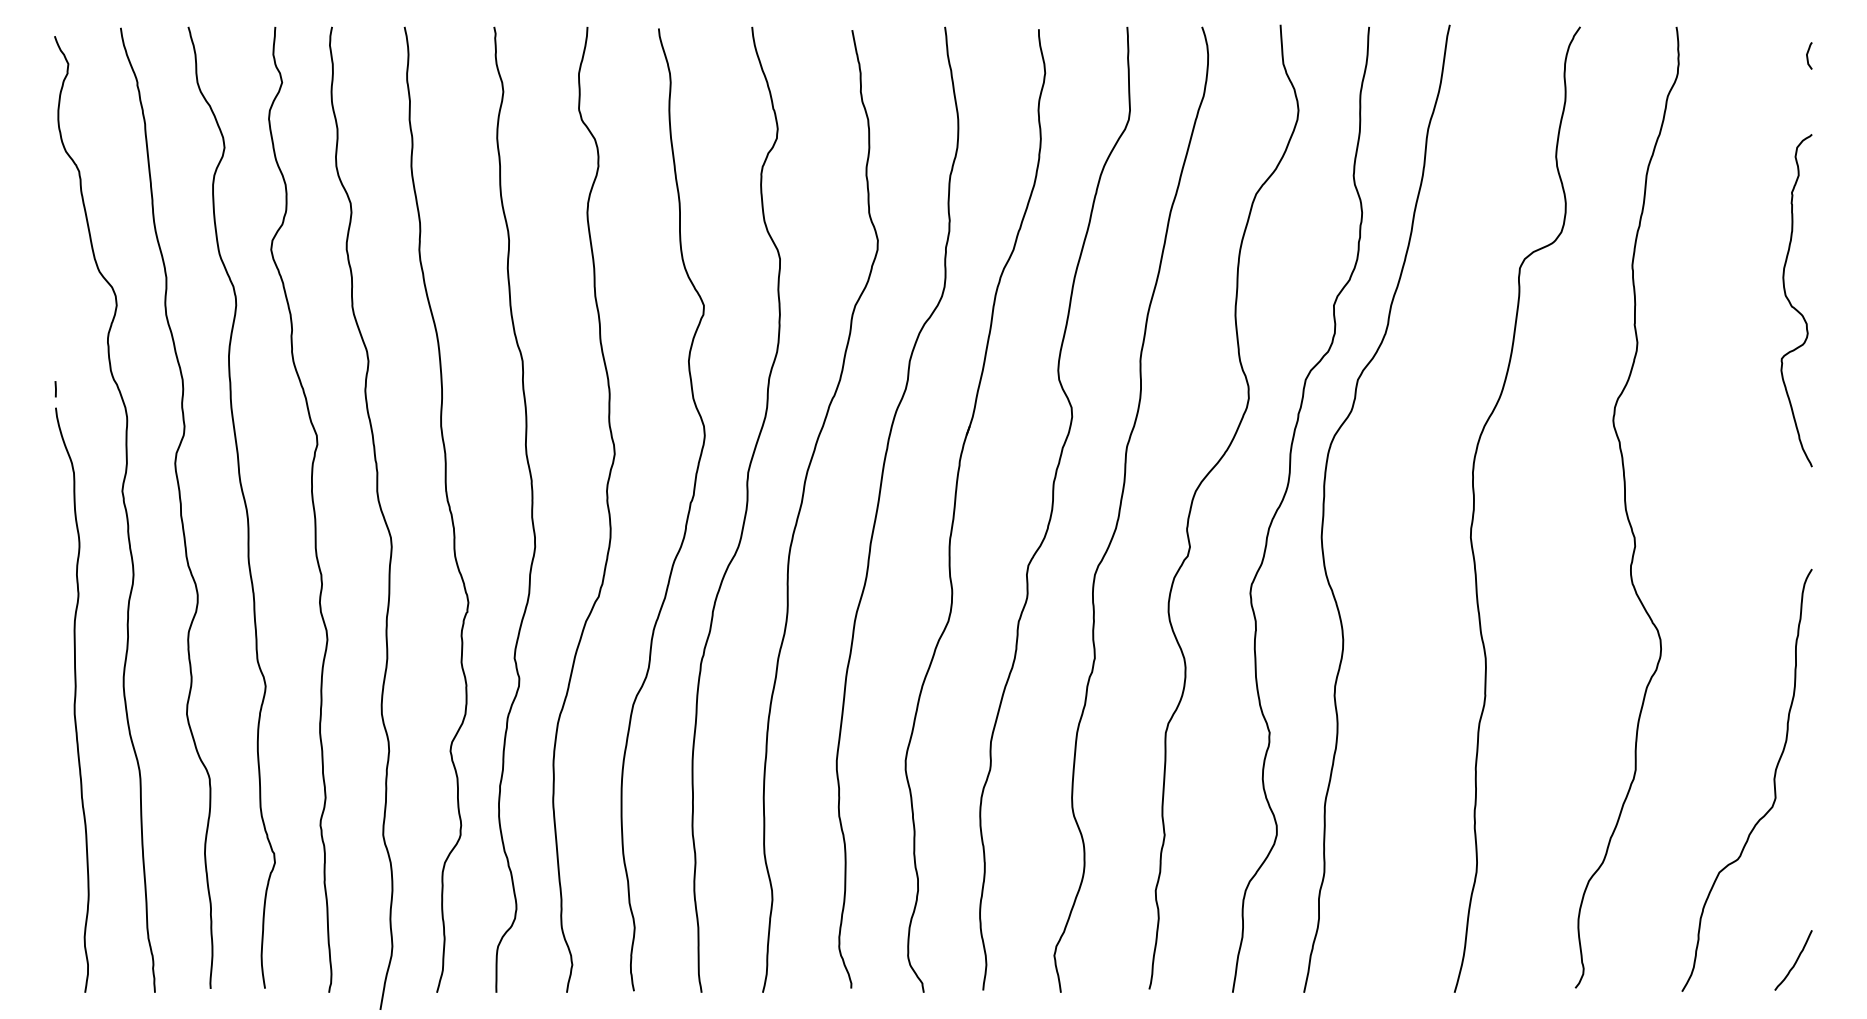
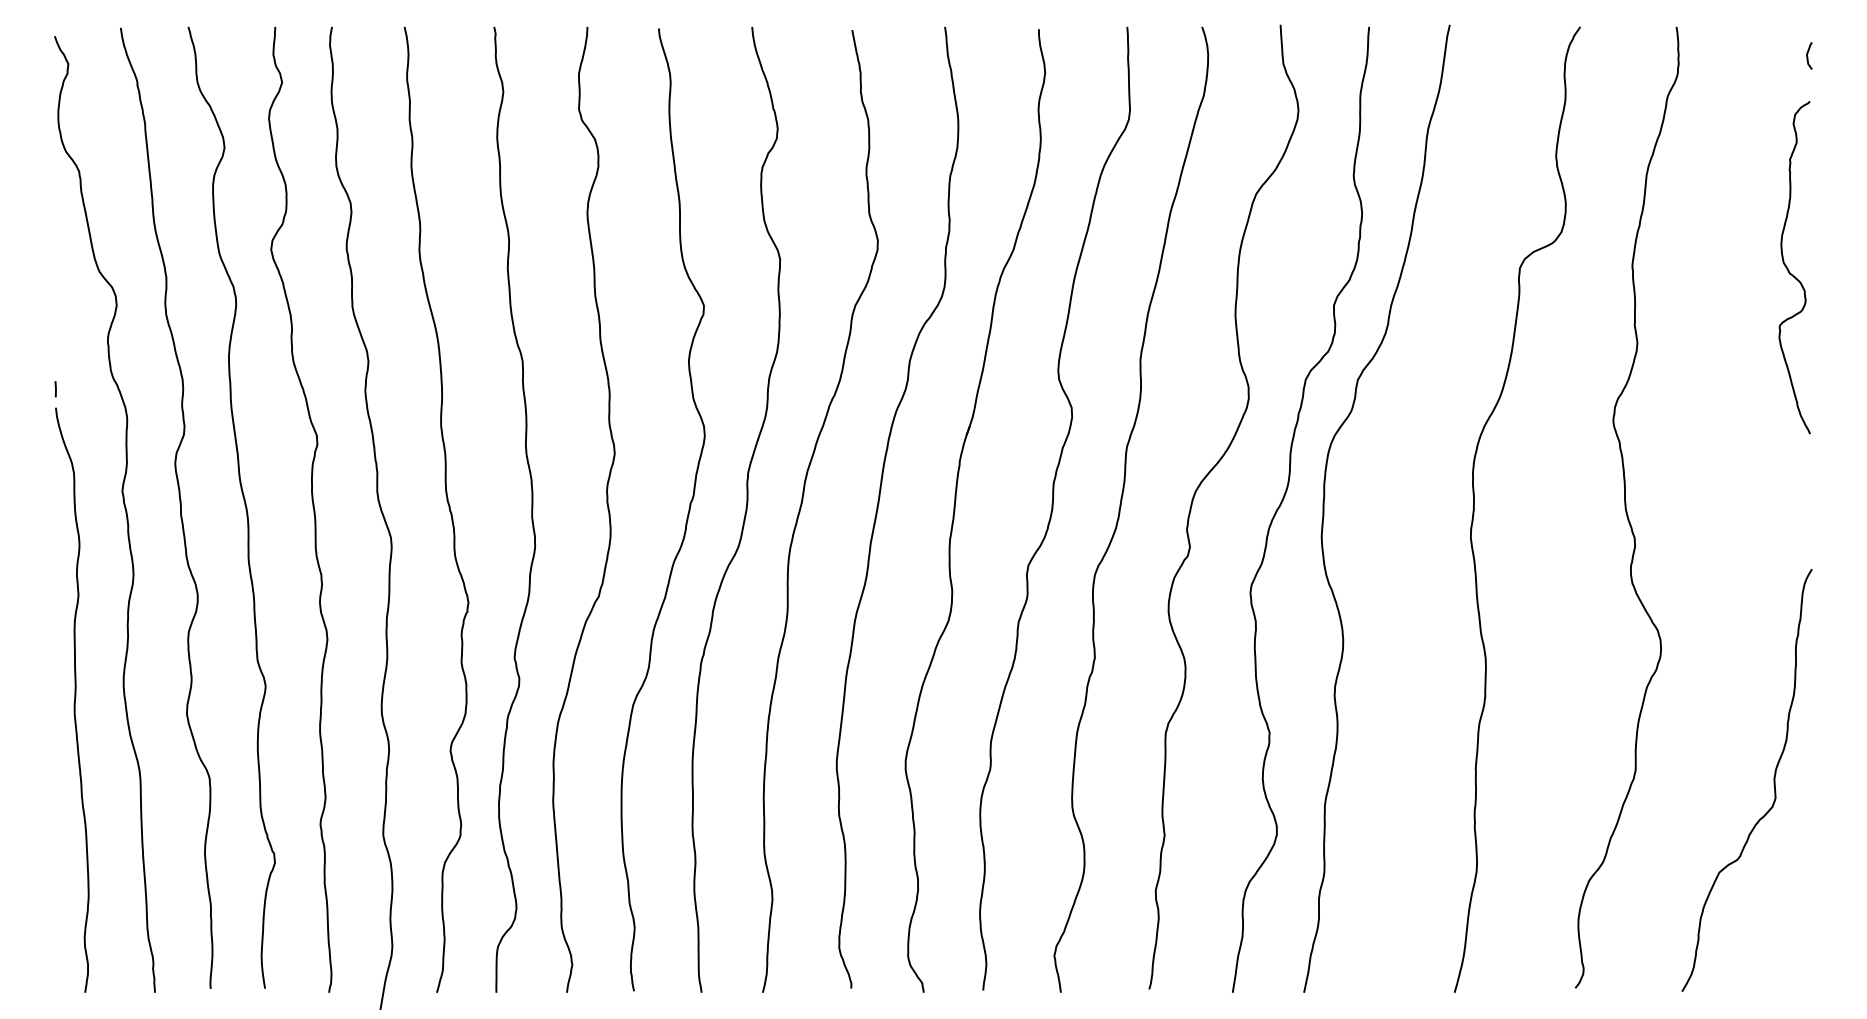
curve at (1791, 303) position: (1791, 303) -> (1789, 270)
curve at (1795, 960): present -> none
